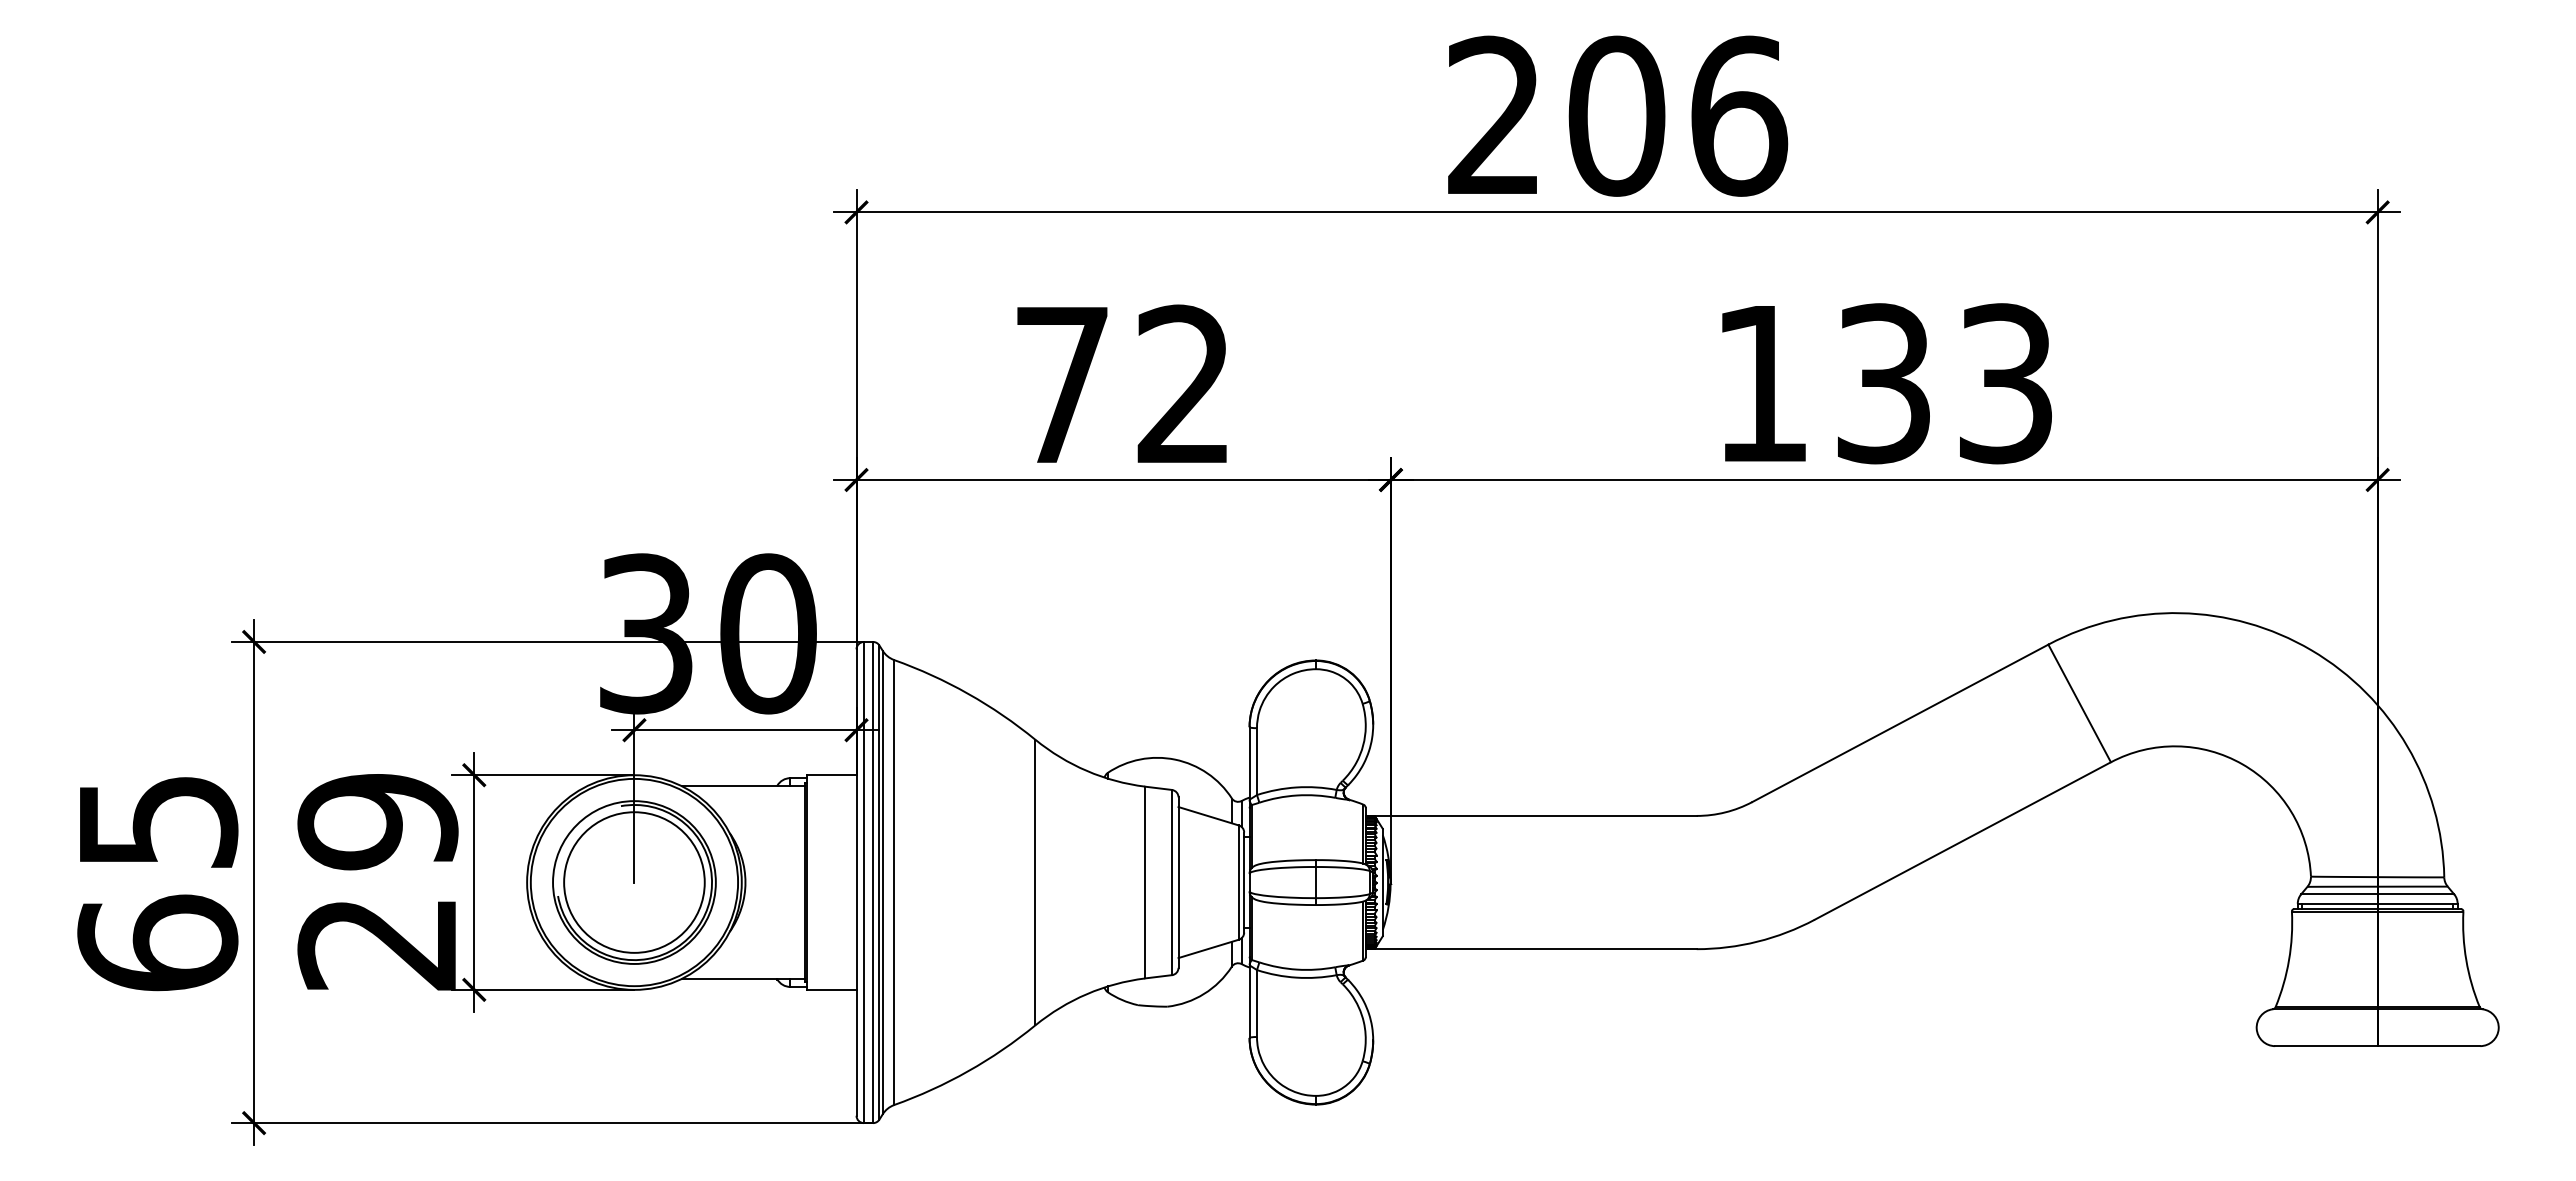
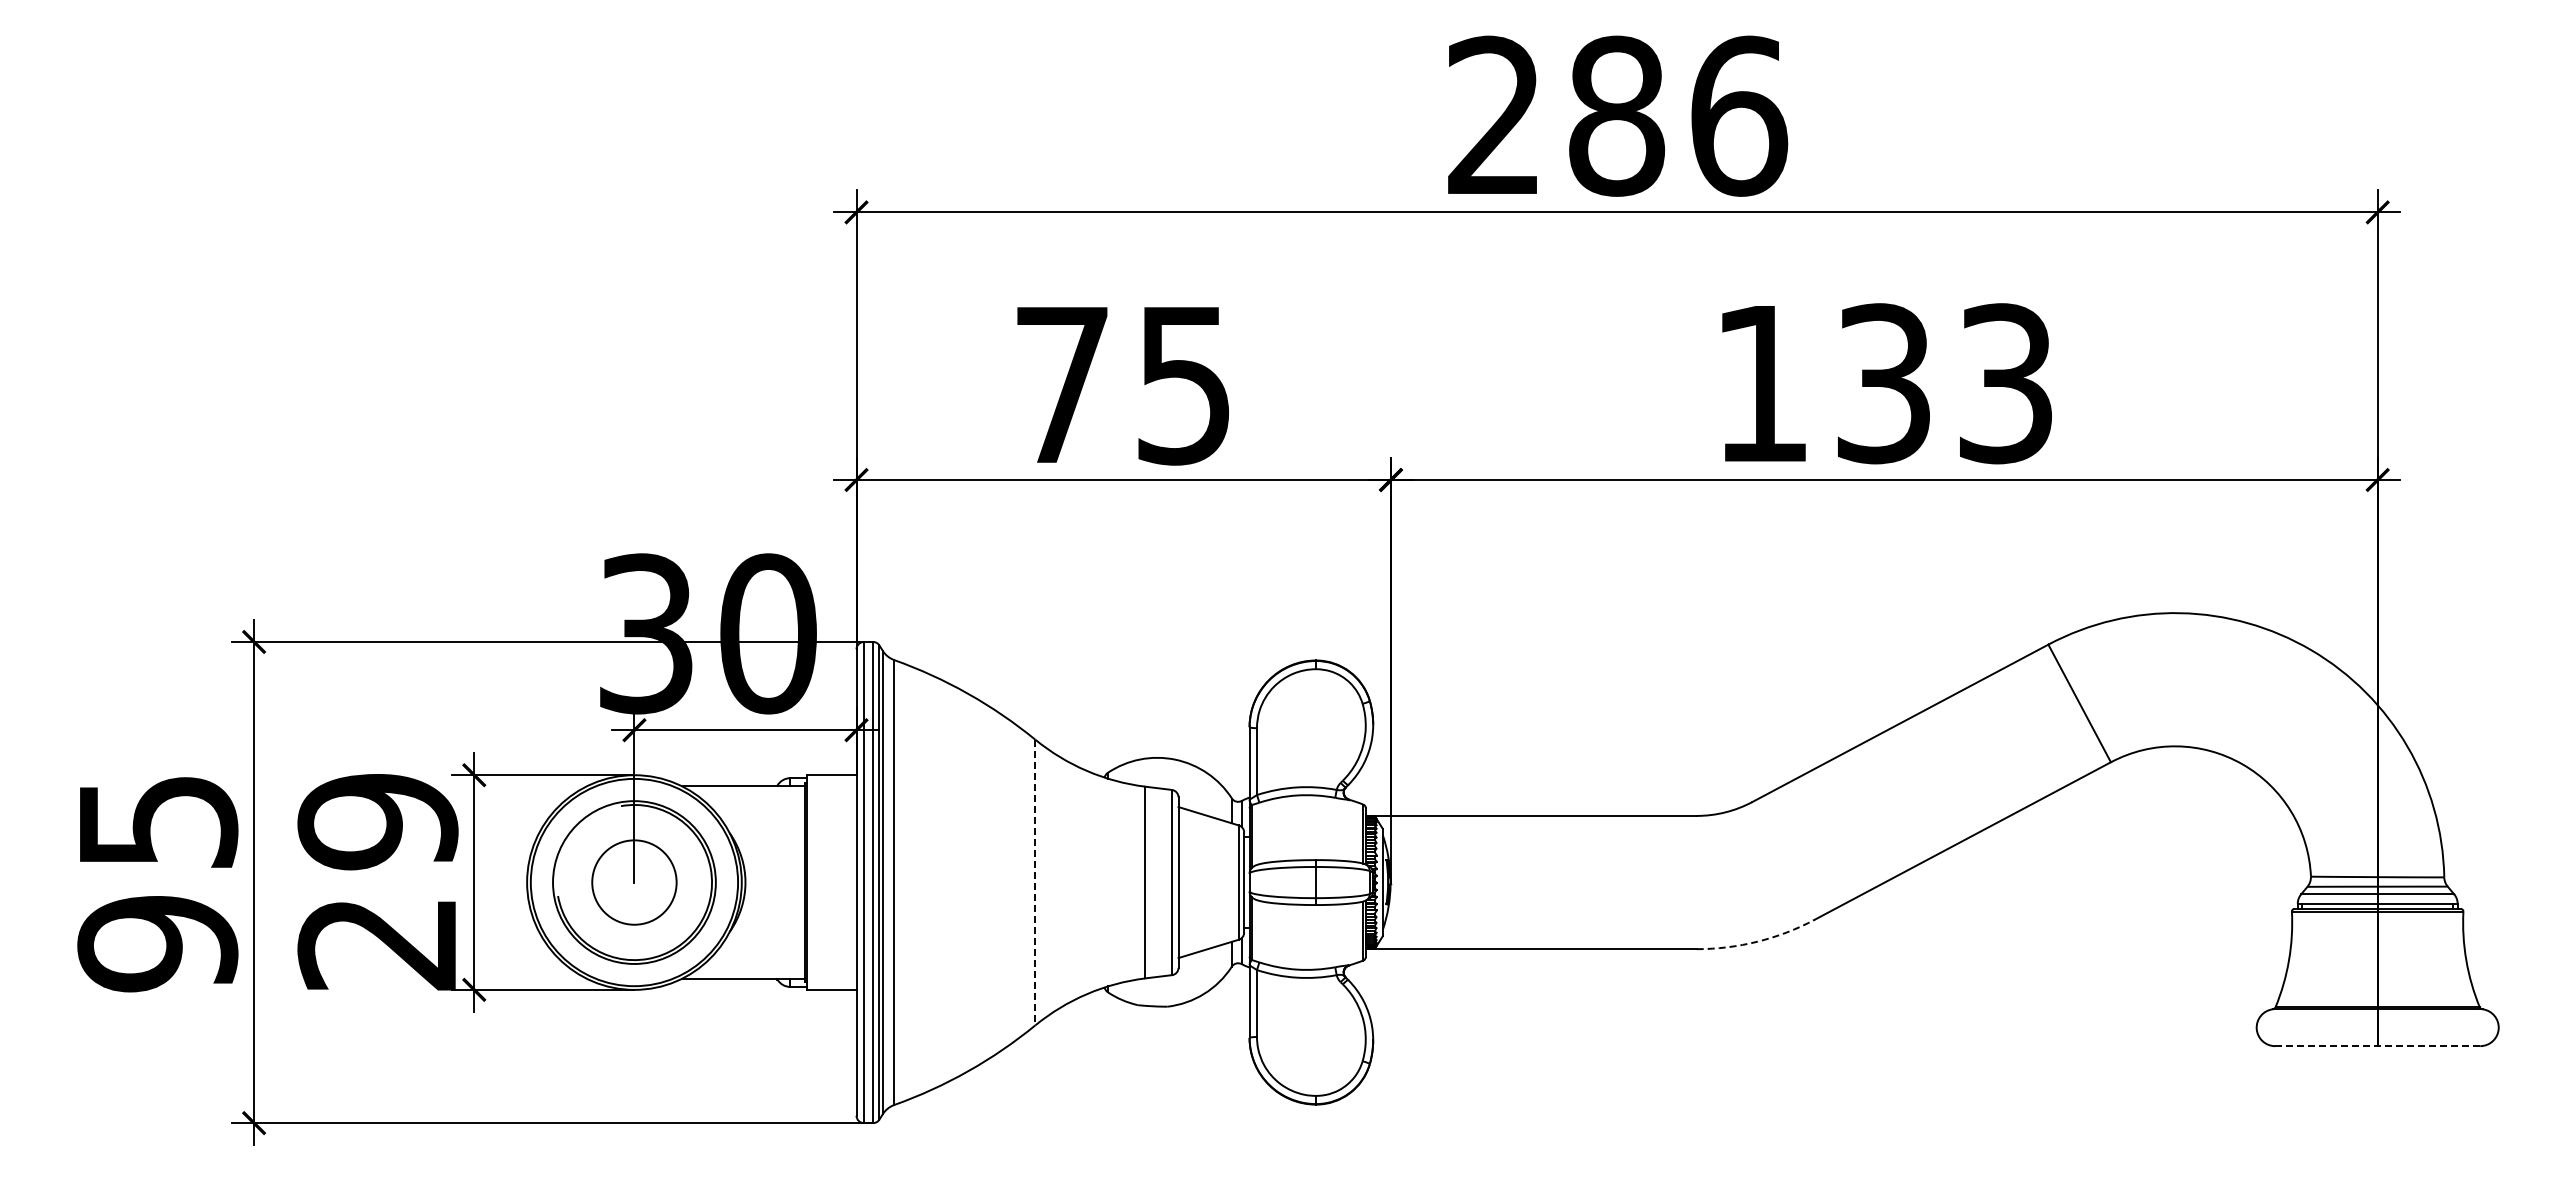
text at (1616, 115): 206 -> 286
text at (1183, 384): 72 -> 75
circle at (634, 882) diameter: 141 px -> 84 px
line at (1035, 882): solid -> dashed
arc at (1757, 941): solid -> dashed
text at (157, 943): 65 -> 95
line at (2377, 1046): solid -> dashed
